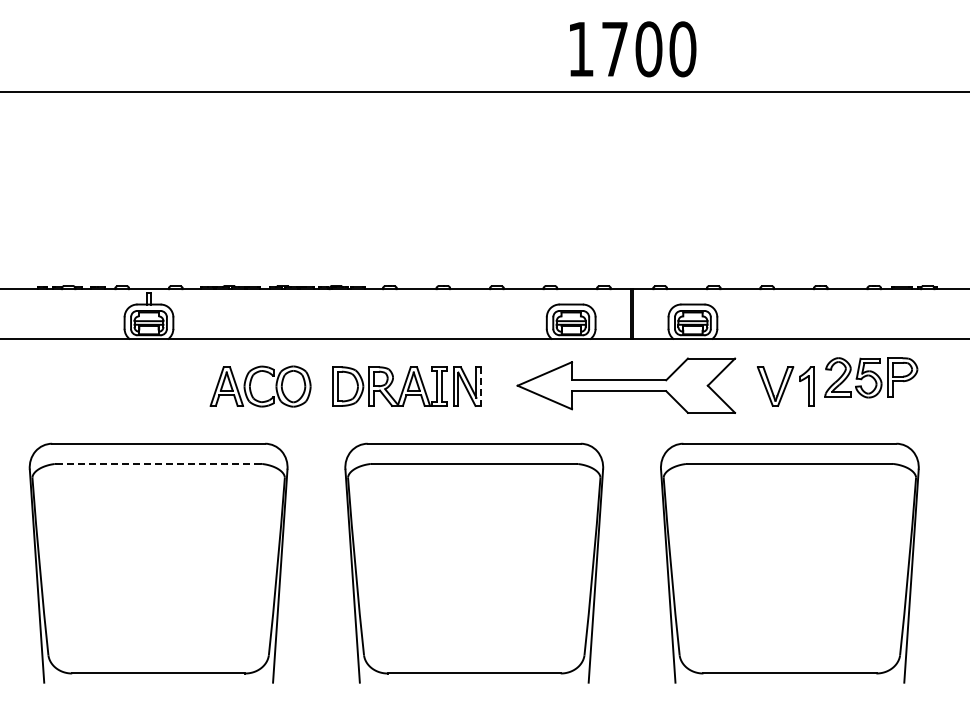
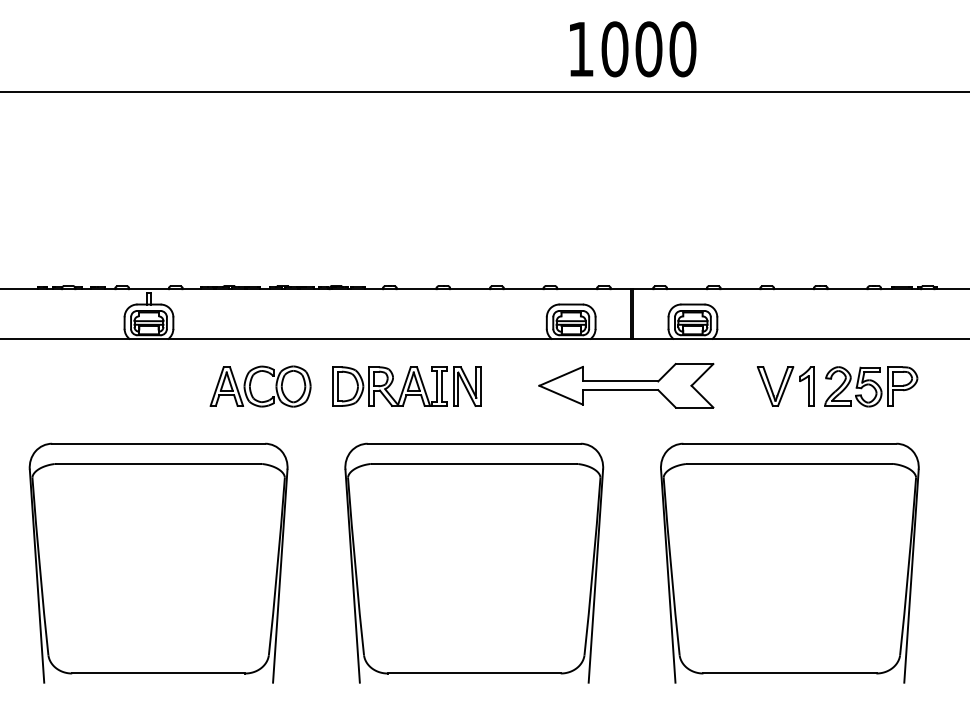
text at (614, 49): 1700 -> 1000
part at (871, 377) position: (871, 377) -> (871, 386)
part at (626, 385) size: 221x57 px -> 177x46 px
line at (481, 387): dashed -> solid
line at (159, 463): dashed -> solid
